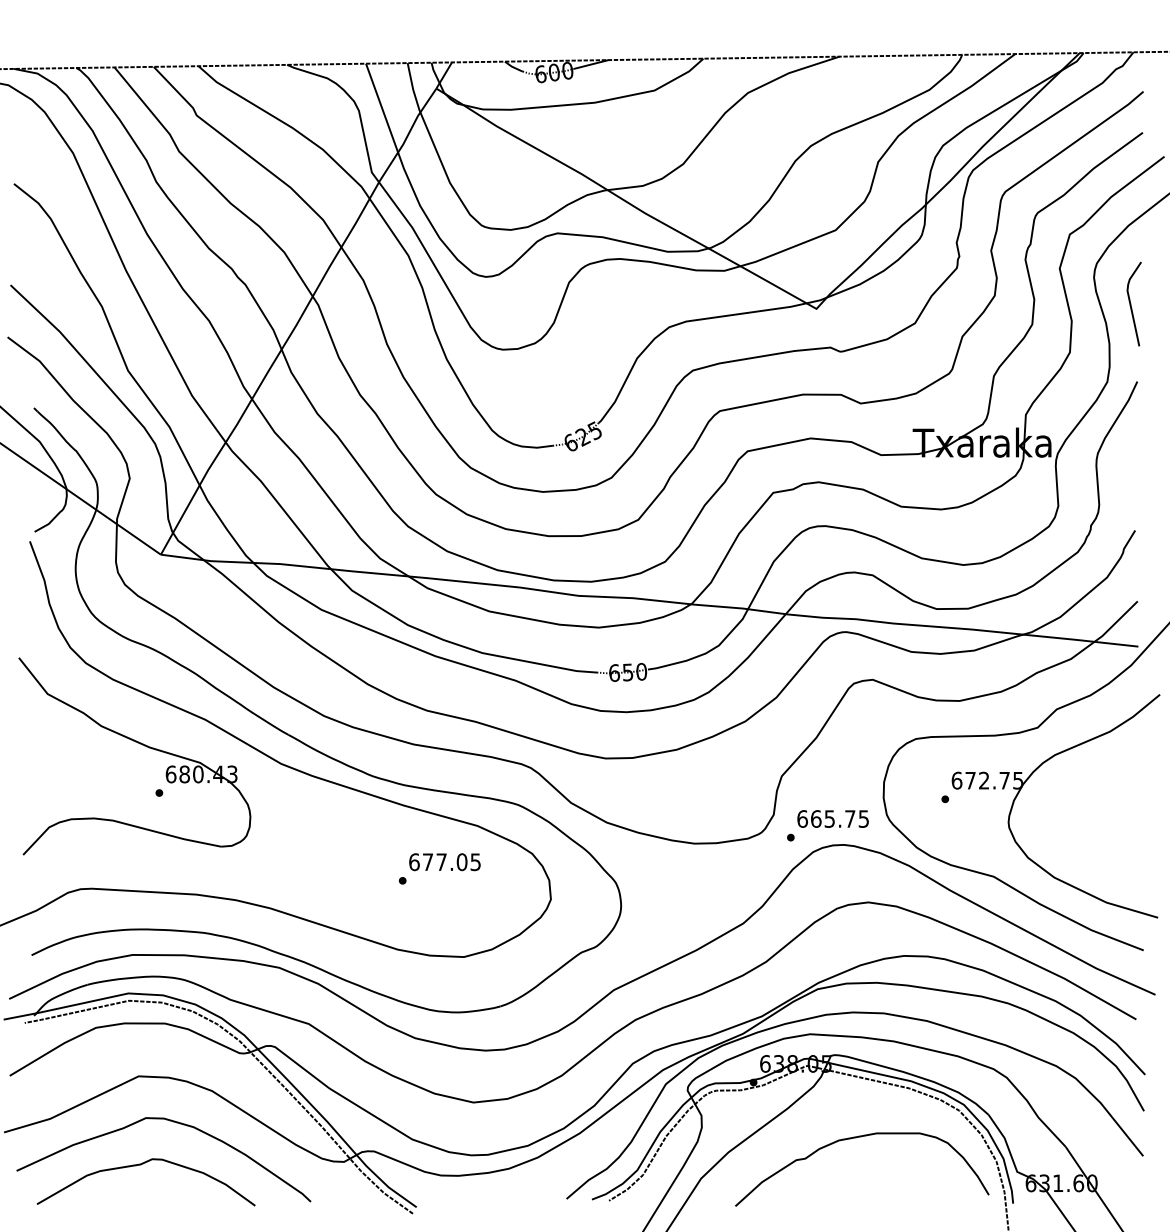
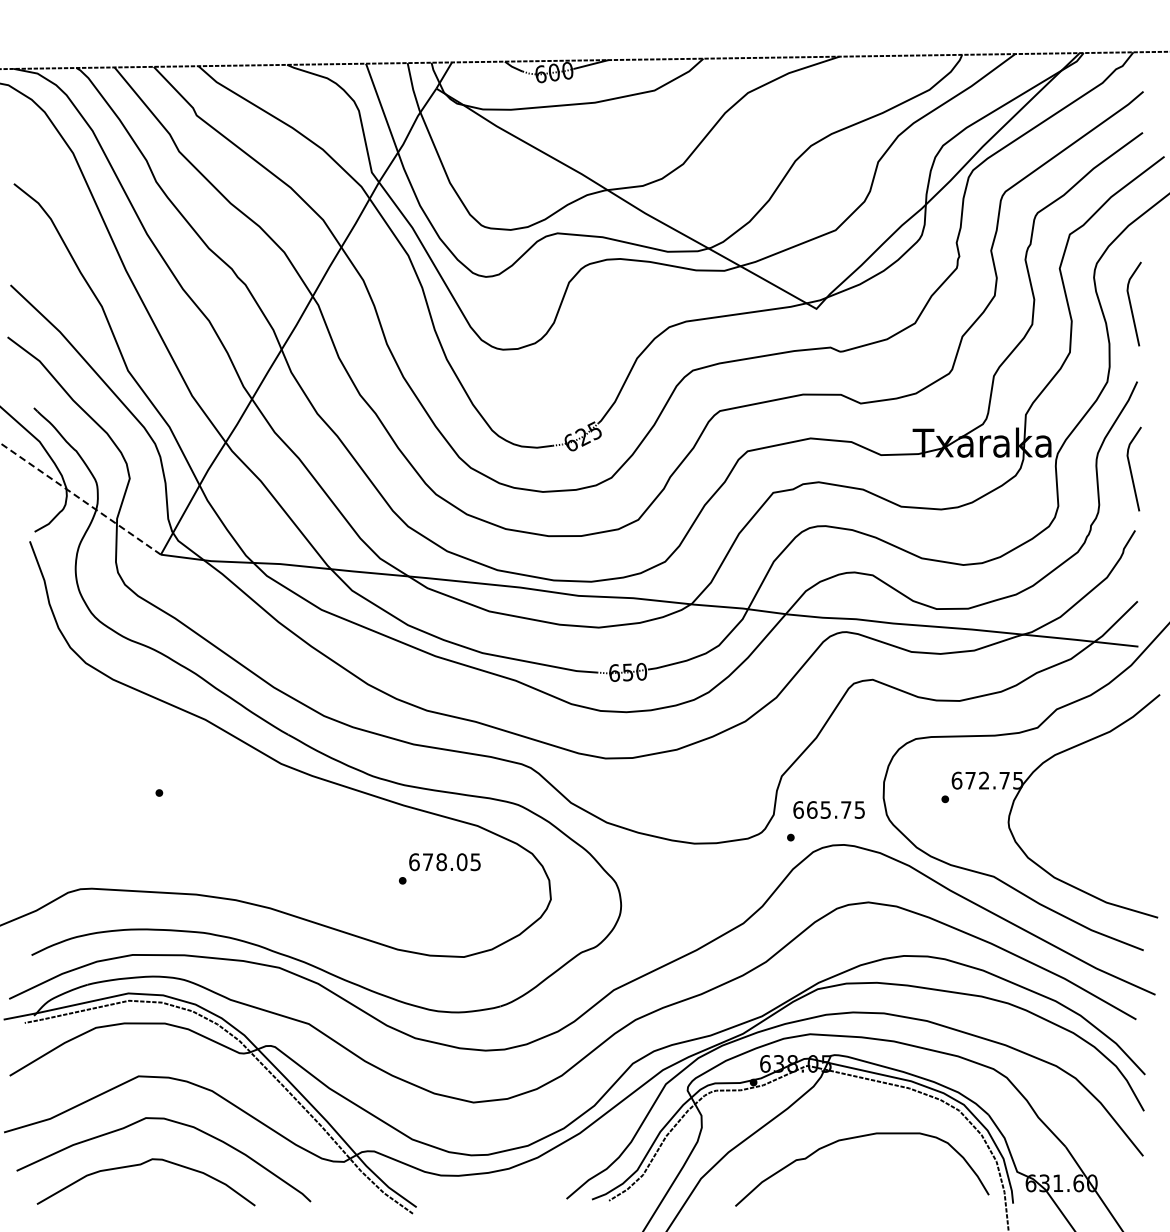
line at (1131, 468): none -> present
line at (80, 498): solid -> dashed
part at (137, 743): present -> none
text at (832, 818) position: (832, 818) -> (828, 809)
text at (441, 862): 677.05 -> 678.05
